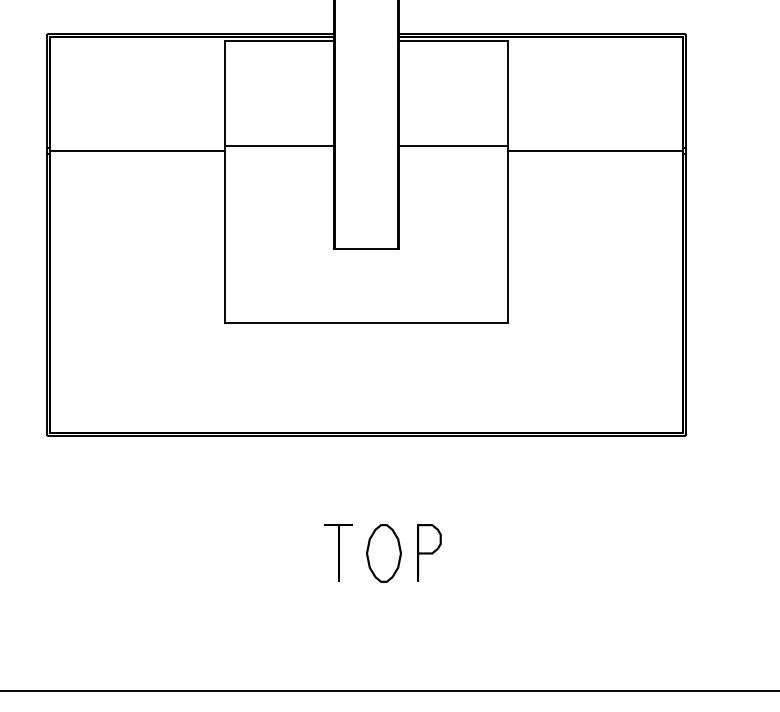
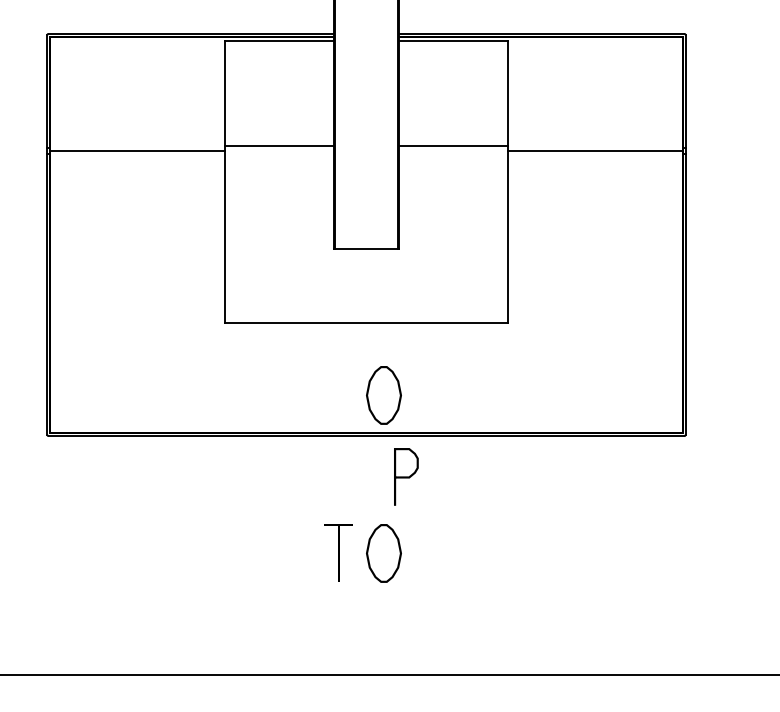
part at (383, 395): none -> present
curve at (429, 552) position: (429, 552) -> (406, 476)
line at (389, 690) position: (389, 690) -> (389, 674)
